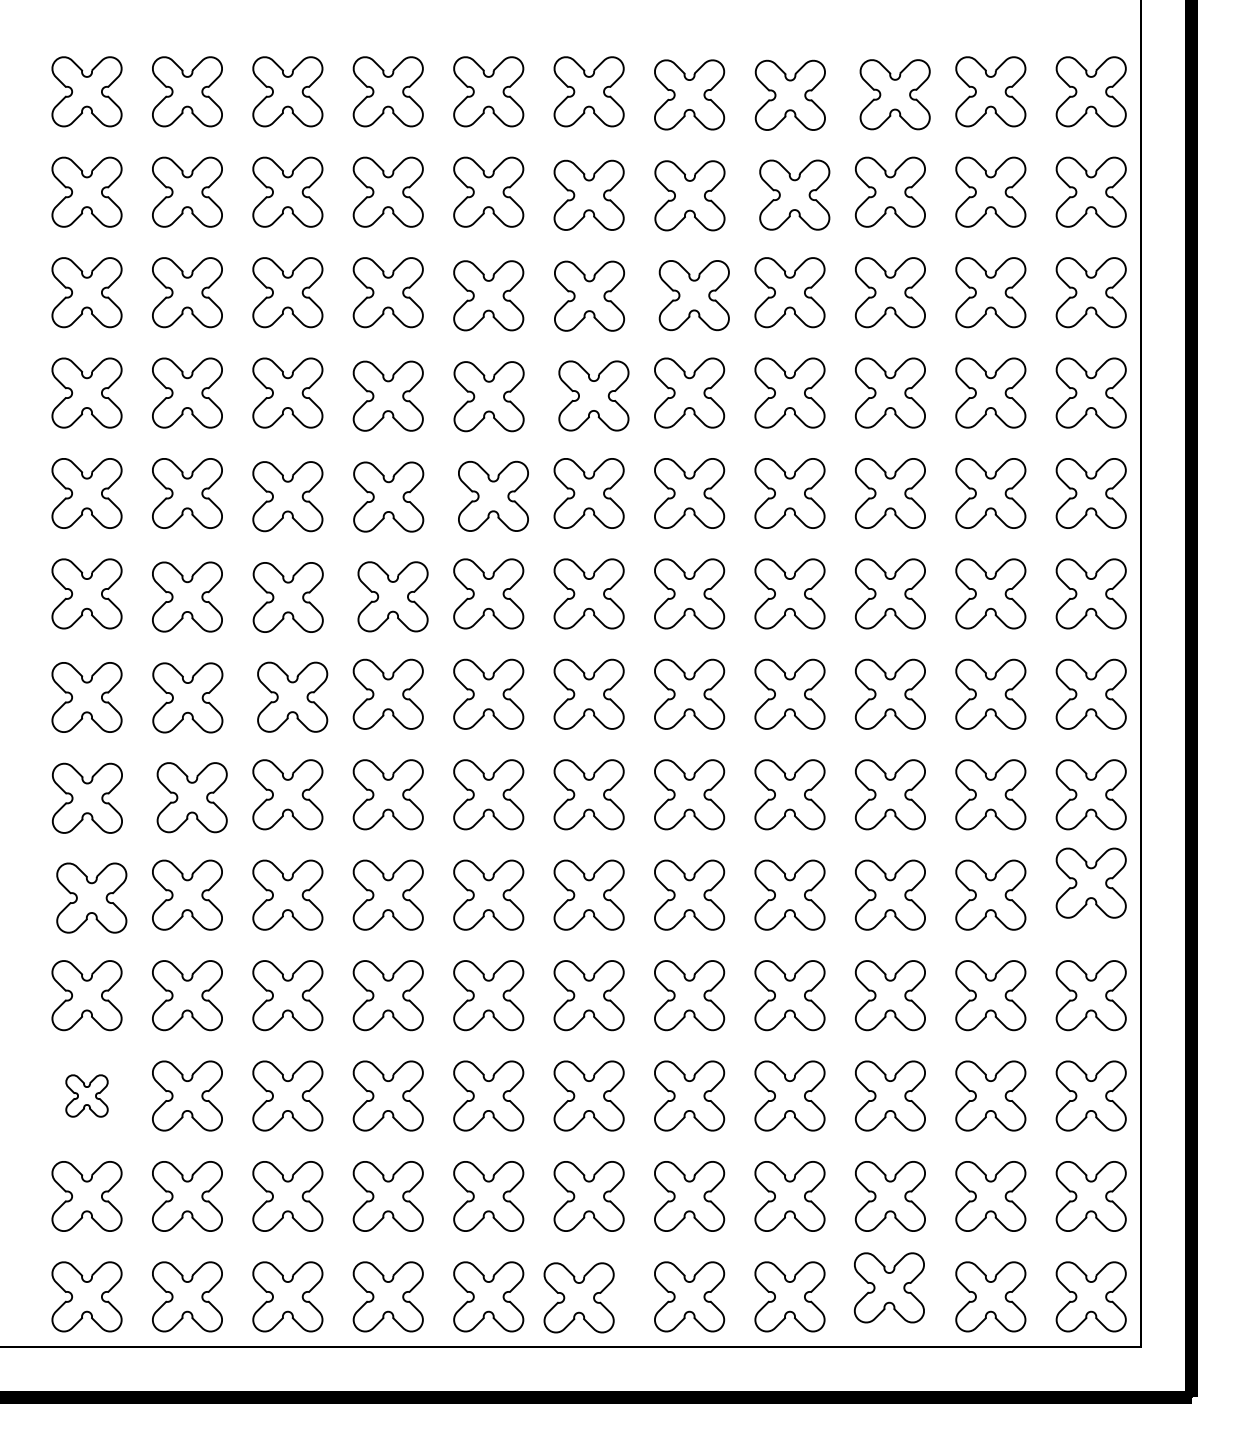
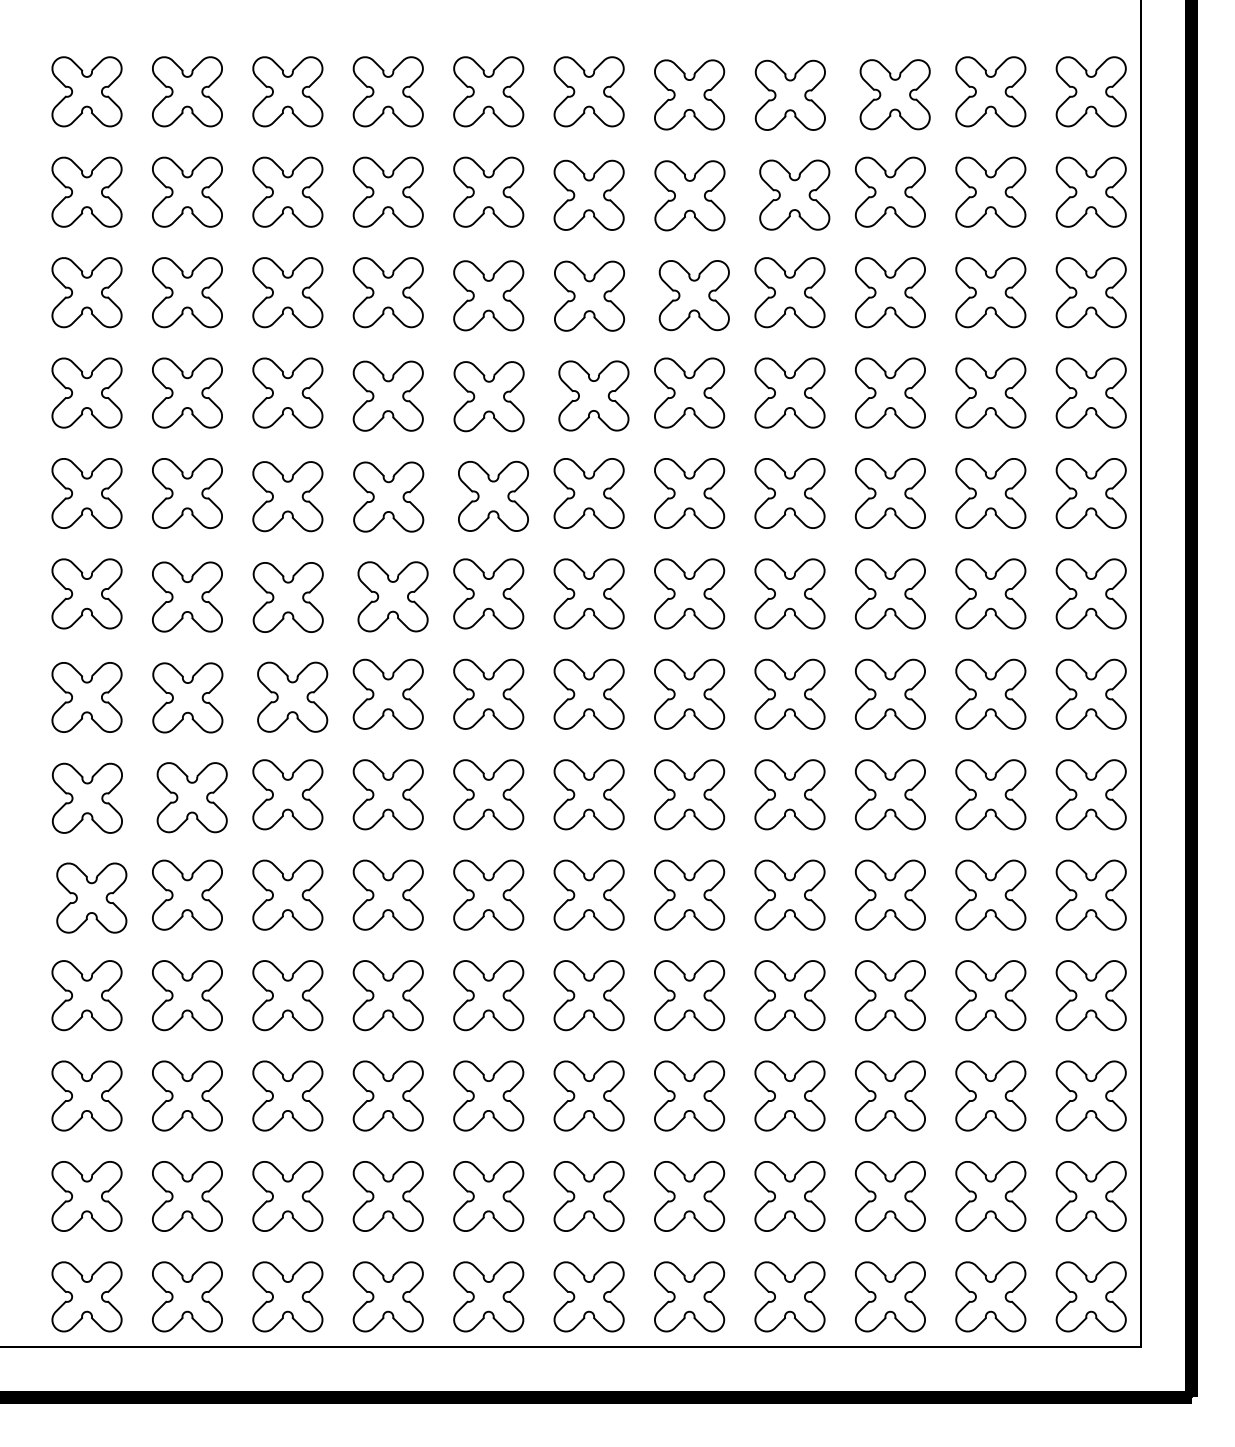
part at (1090, 882) position: (1090, 882) -> (1090, 894)
part at (86, 1095) size: 44x44 px -> 72x72 px
part at (889, 1287) position: (889, 1287) -> (890, 1296)
part at (578, 1297) position: (578, 1297) -> (588, 1296)
